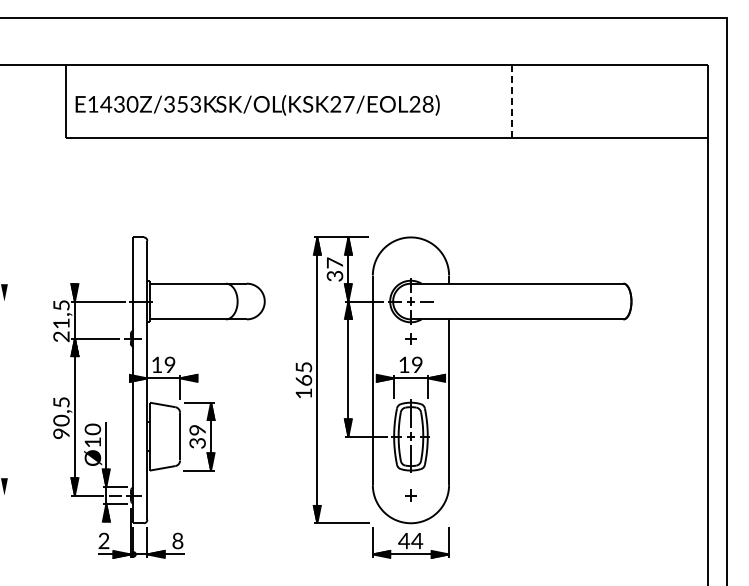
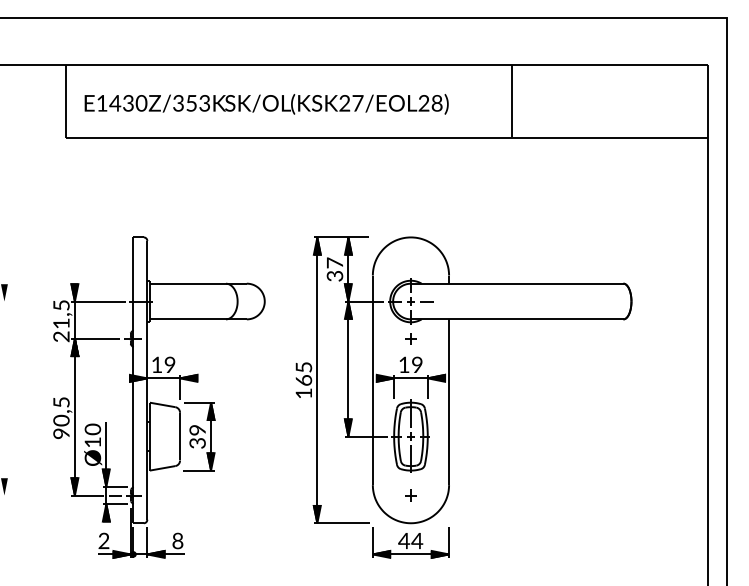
line at (511, 101): dashed -> solid
text at (257, 105) position: (257, 105) -> (266, 104)
